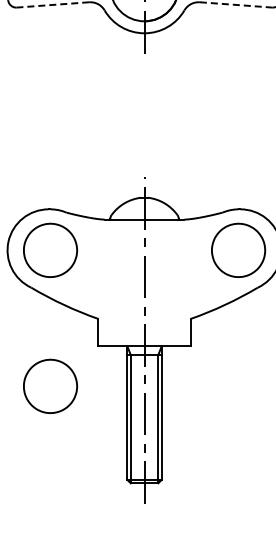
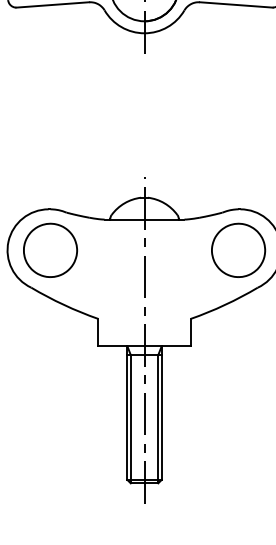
line at (52, 4): dashed -> solid
line at (236, 4): dashed -> solid
part at (50, 385): present -> none
